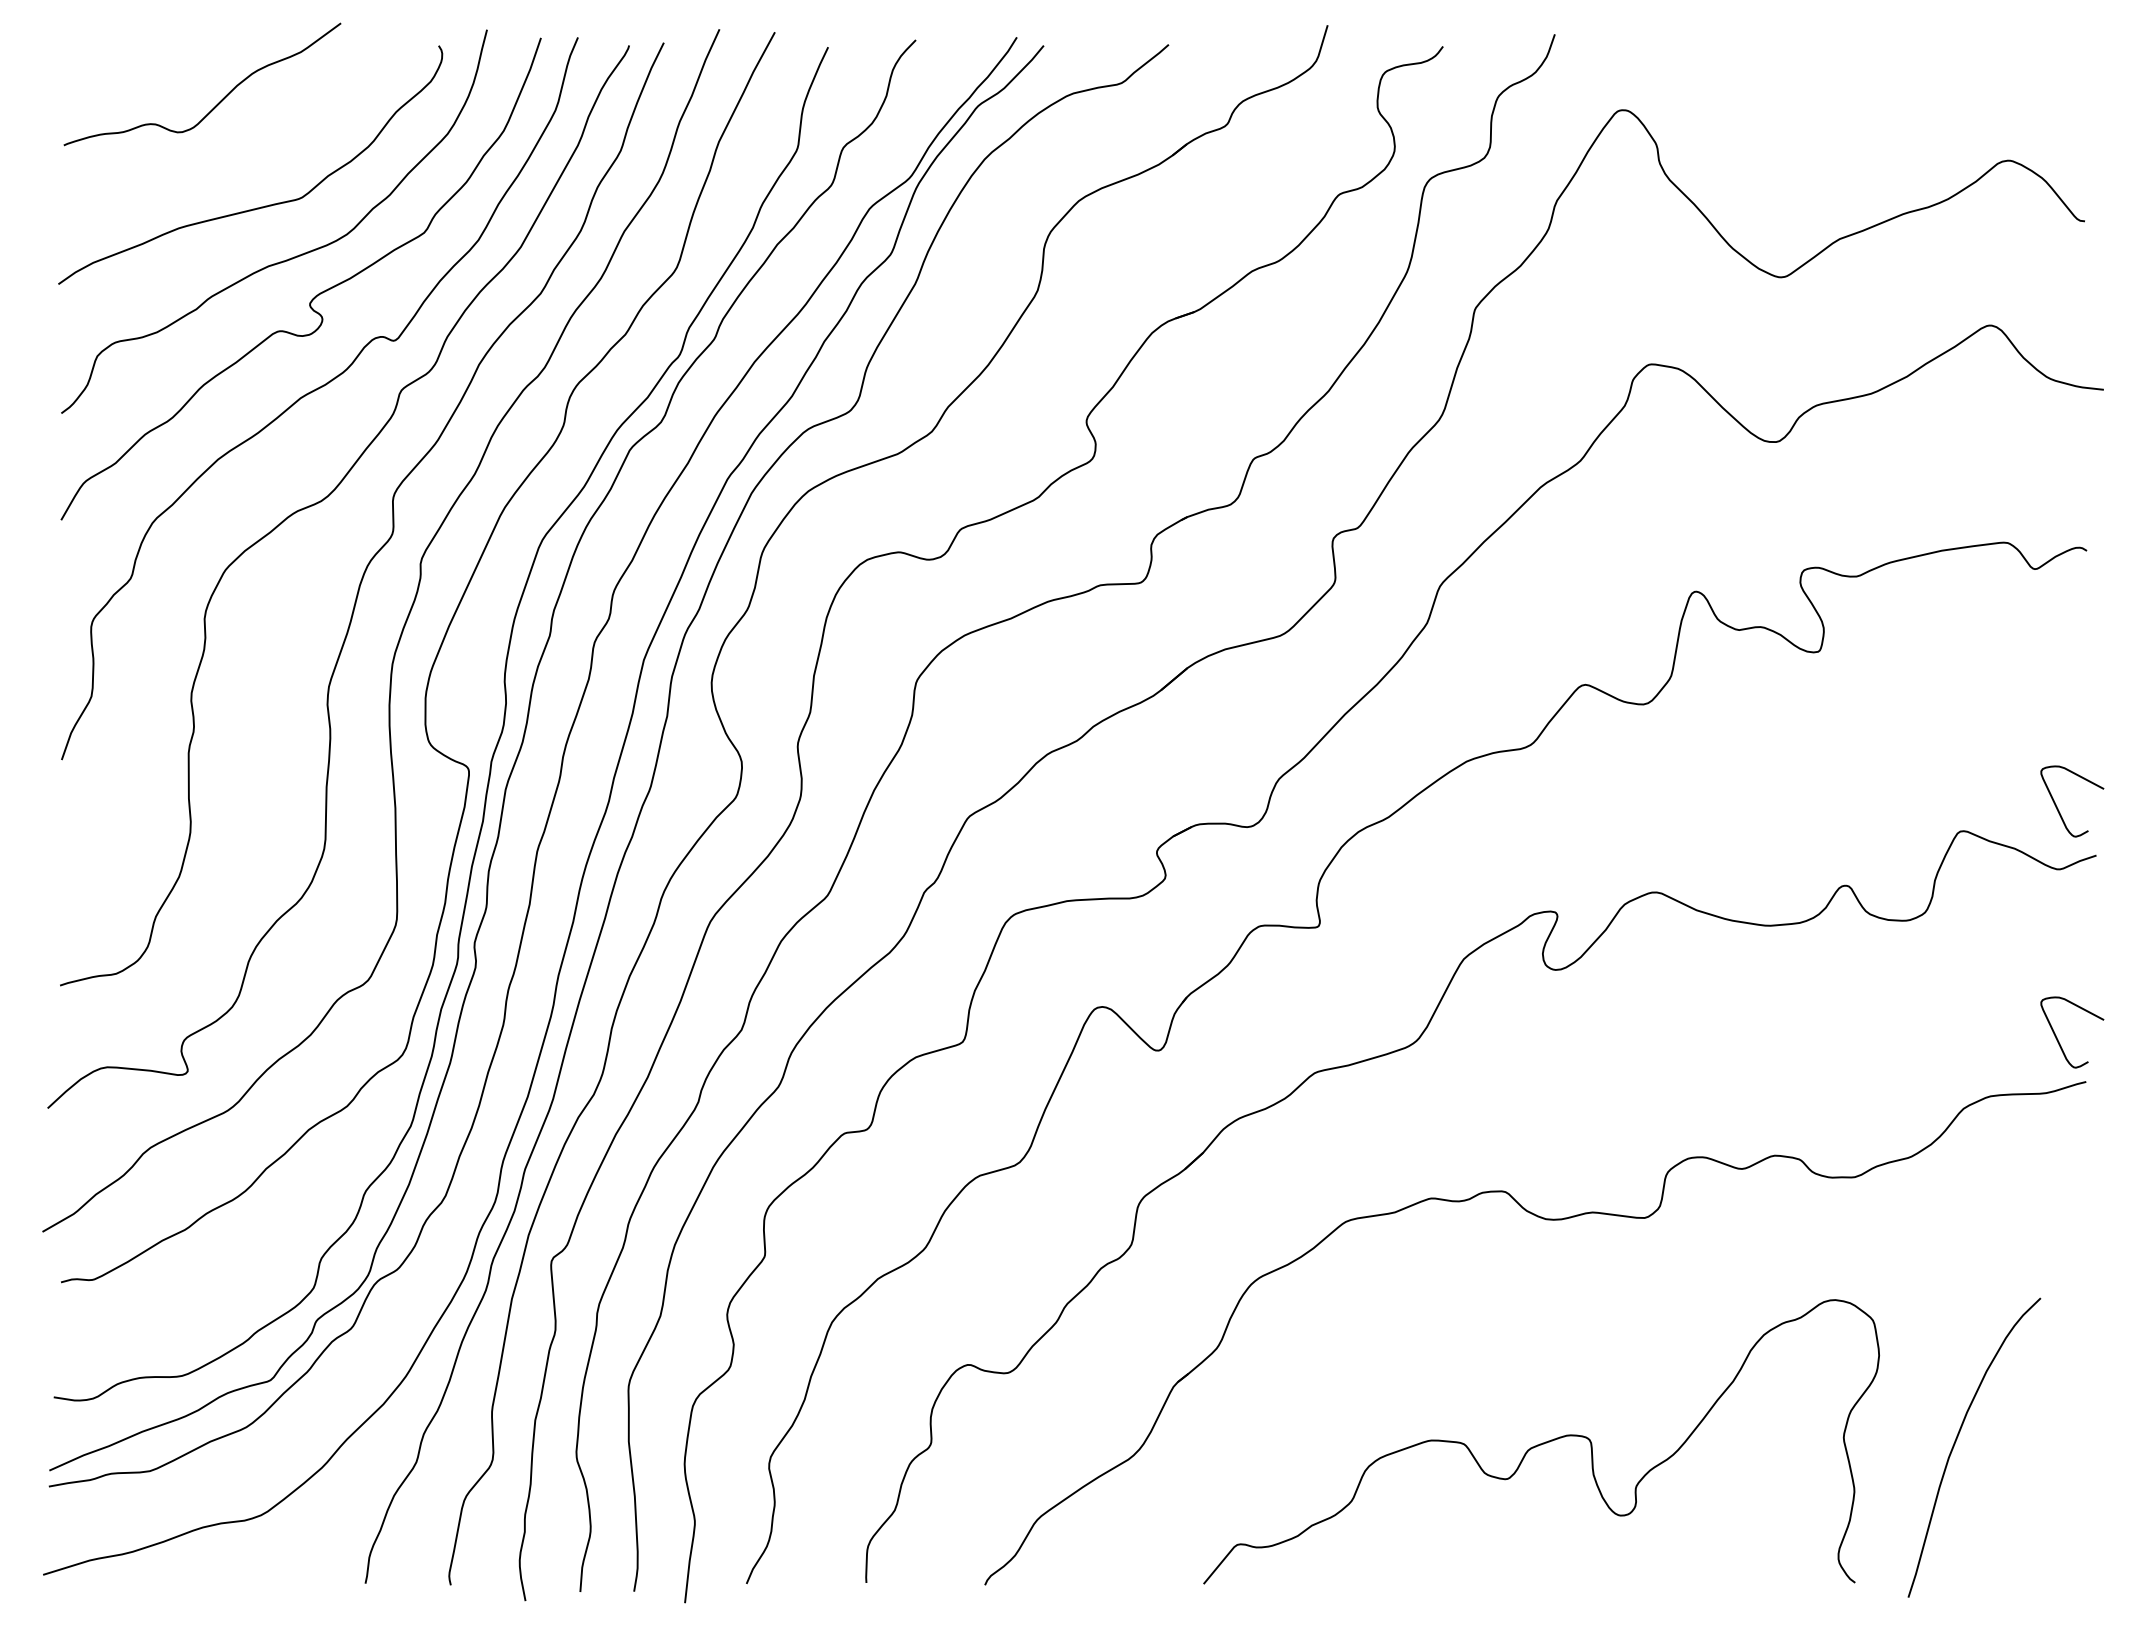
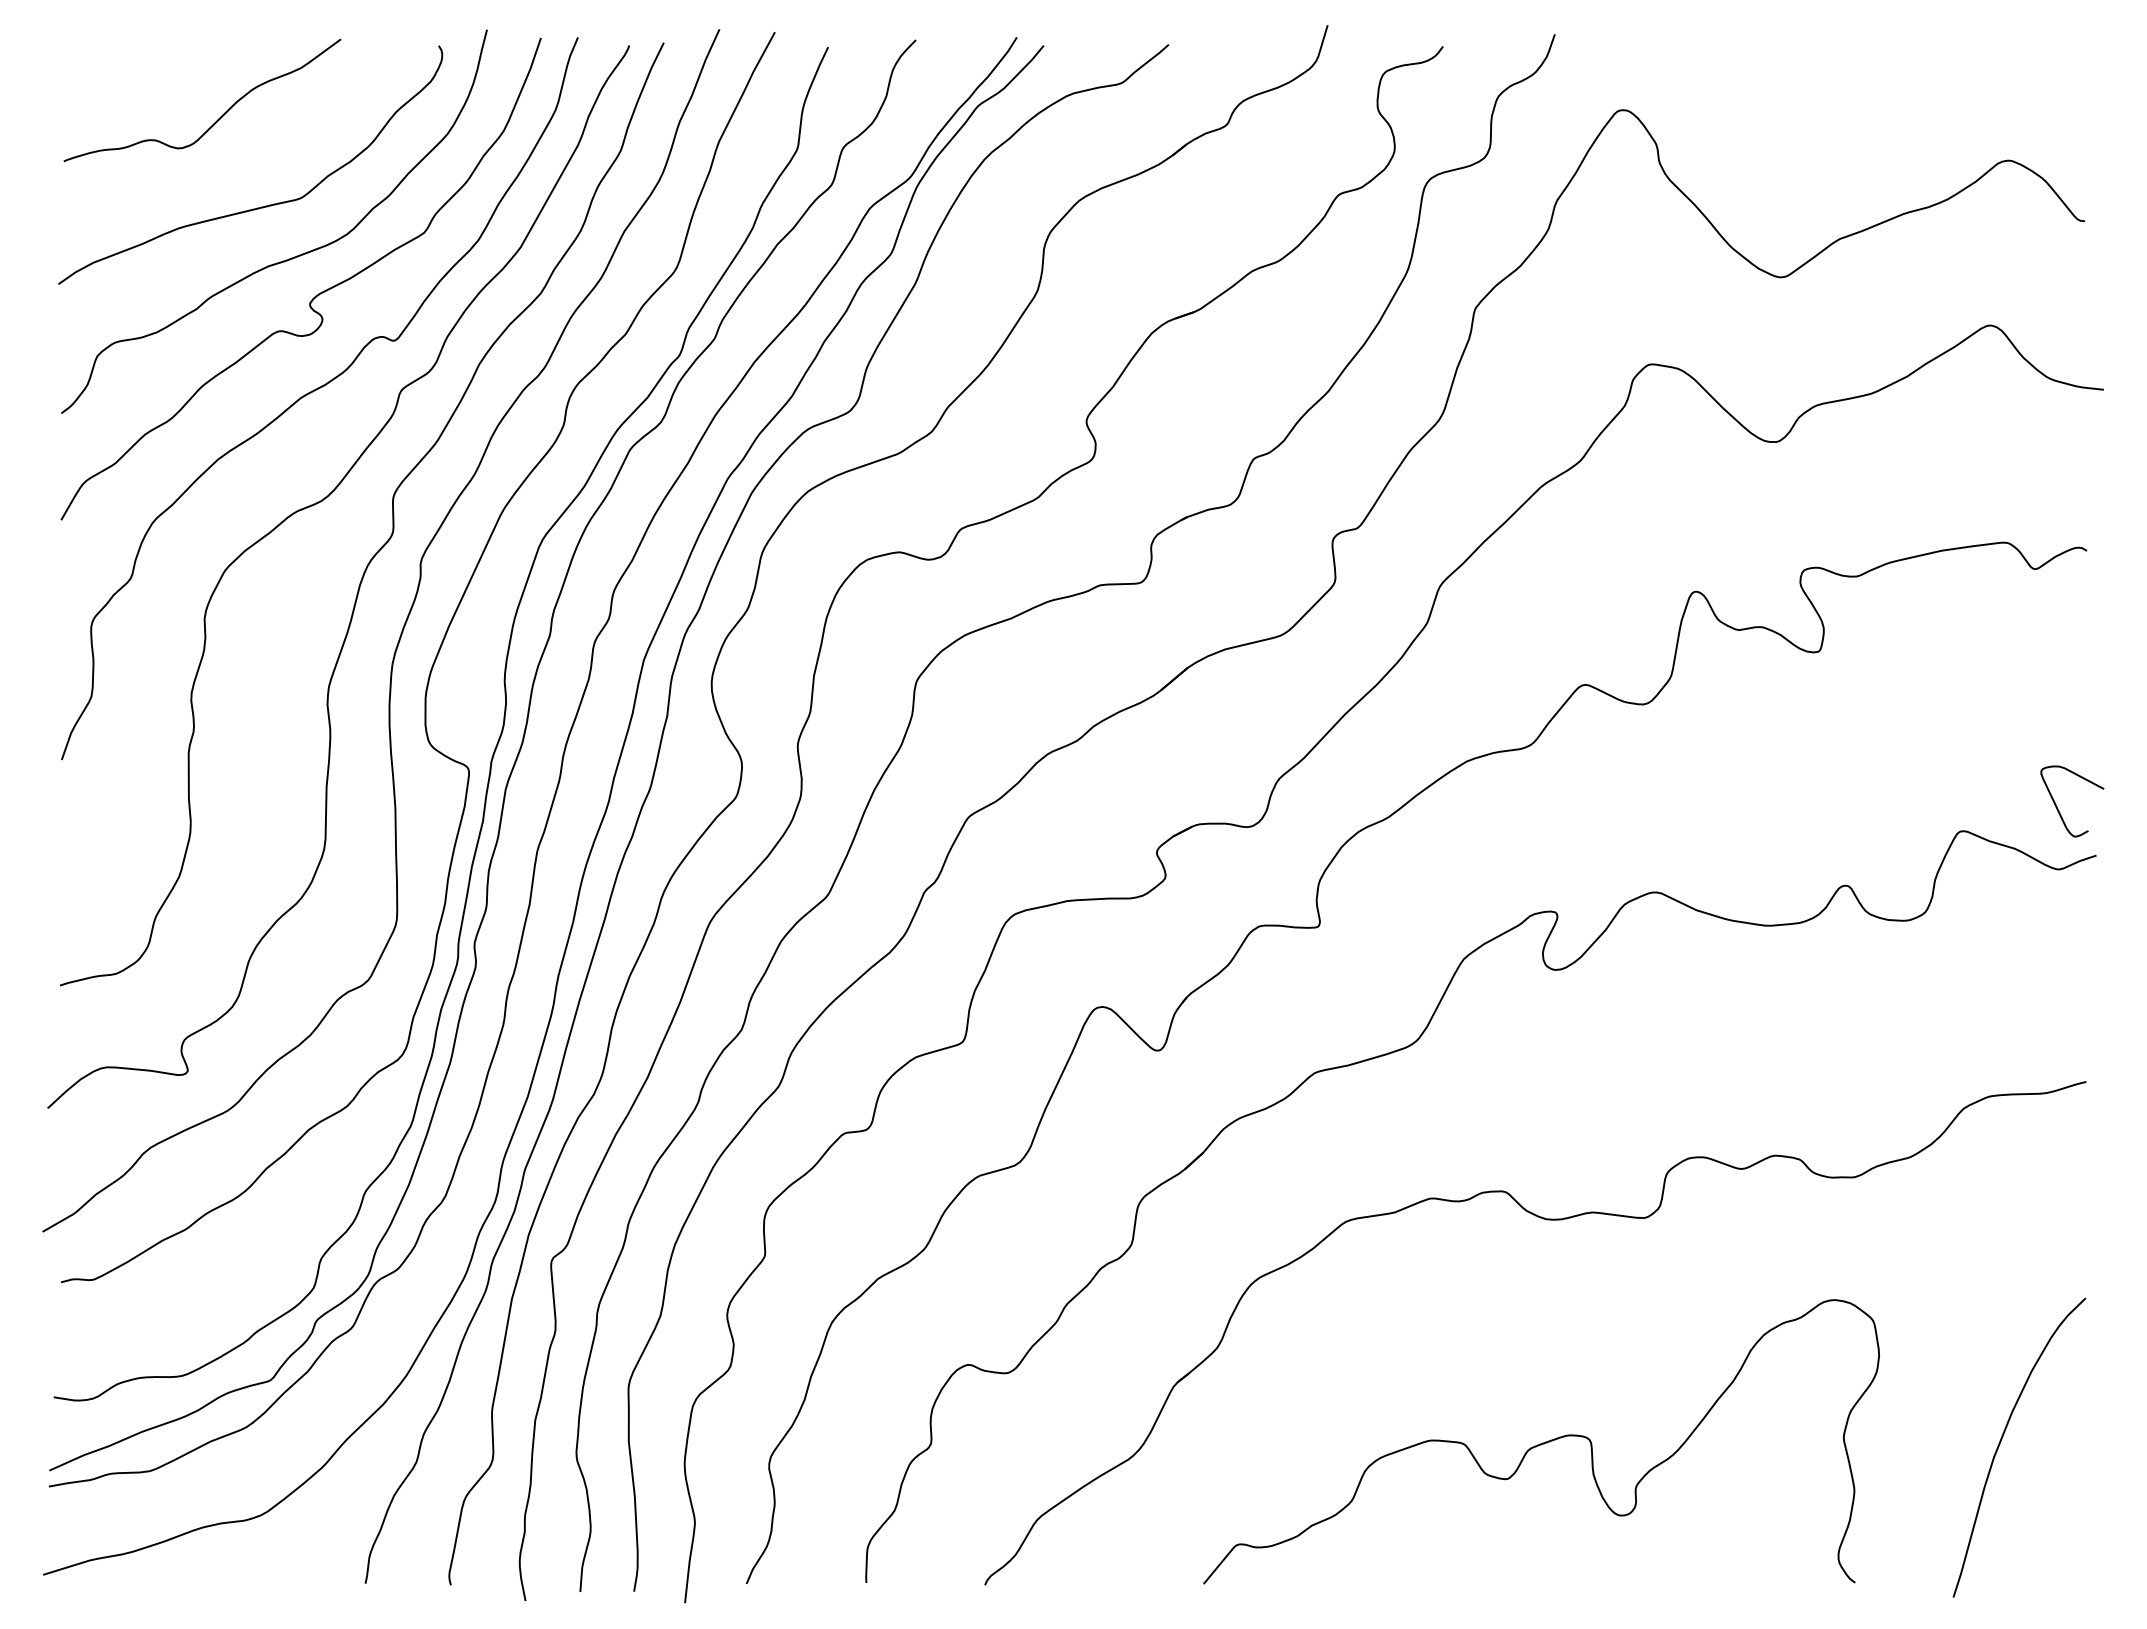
curve at (219, 101) position: (219, 101) -> (219, 117)
curve at (2058, 1039): present -> none
curve at (1957, 1439) position: (1957, 1439) -> (2002, 1439)
